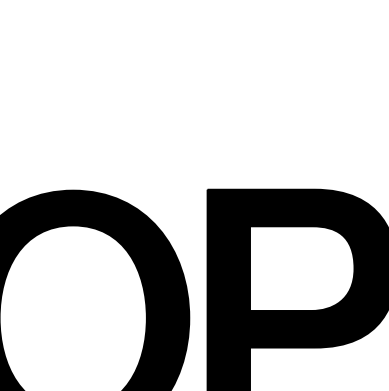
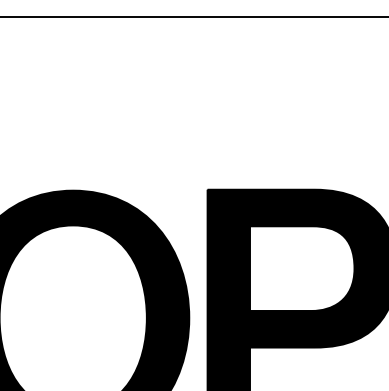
line at (193, 16): none -> present
